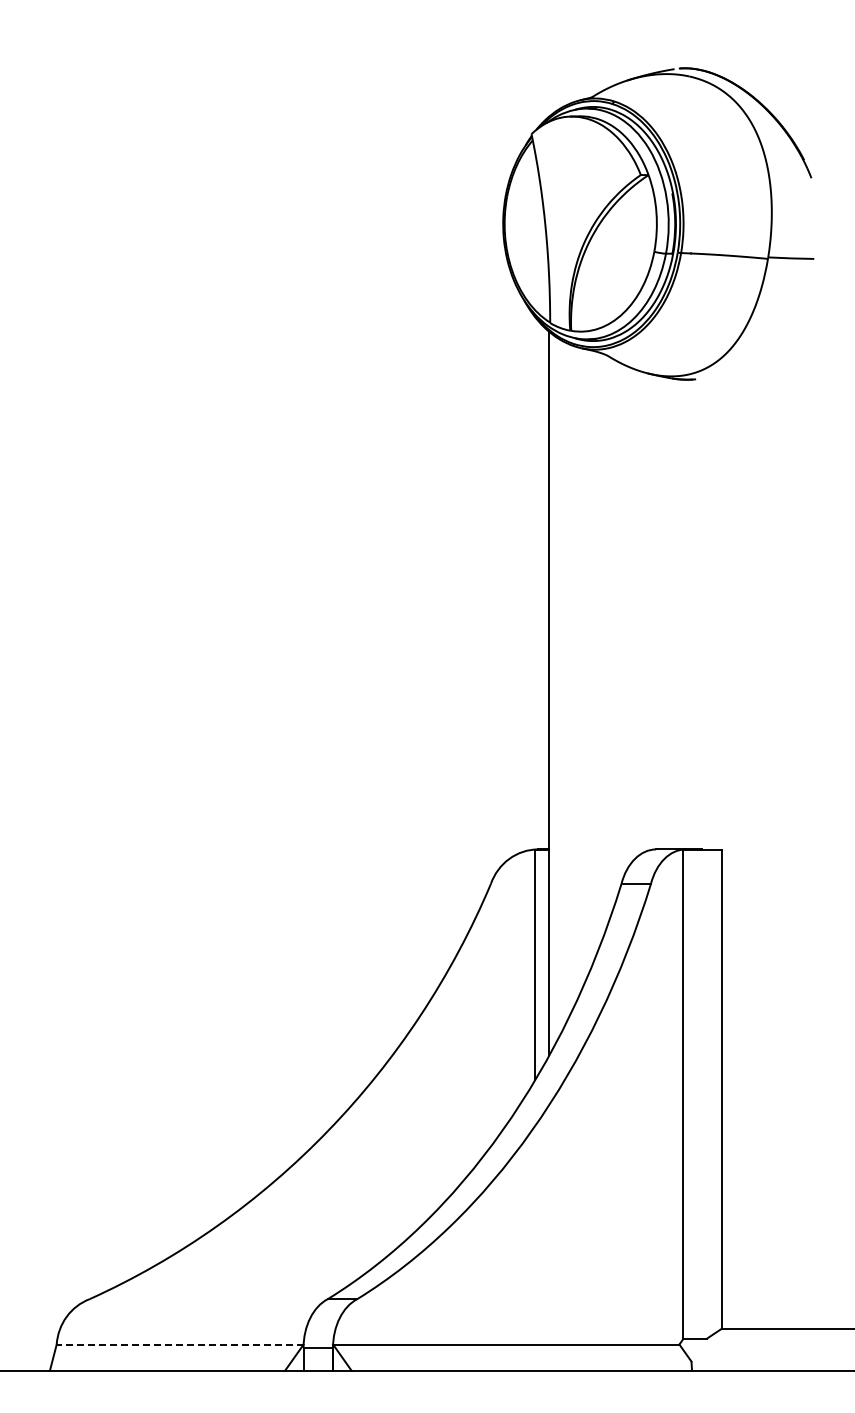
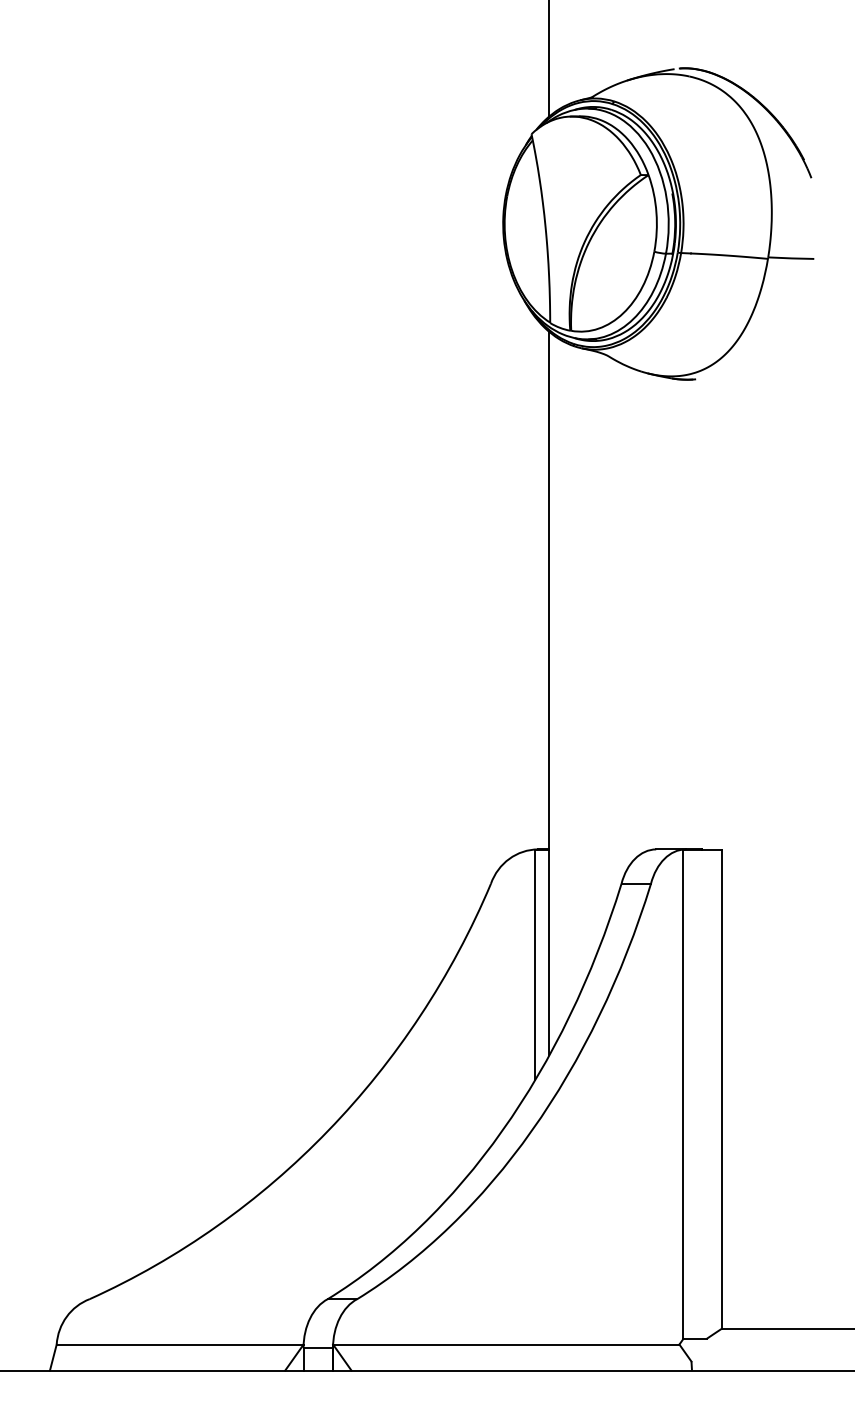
line at (549, 59): none -> present
line at (179, 1344): dashed -> solid
